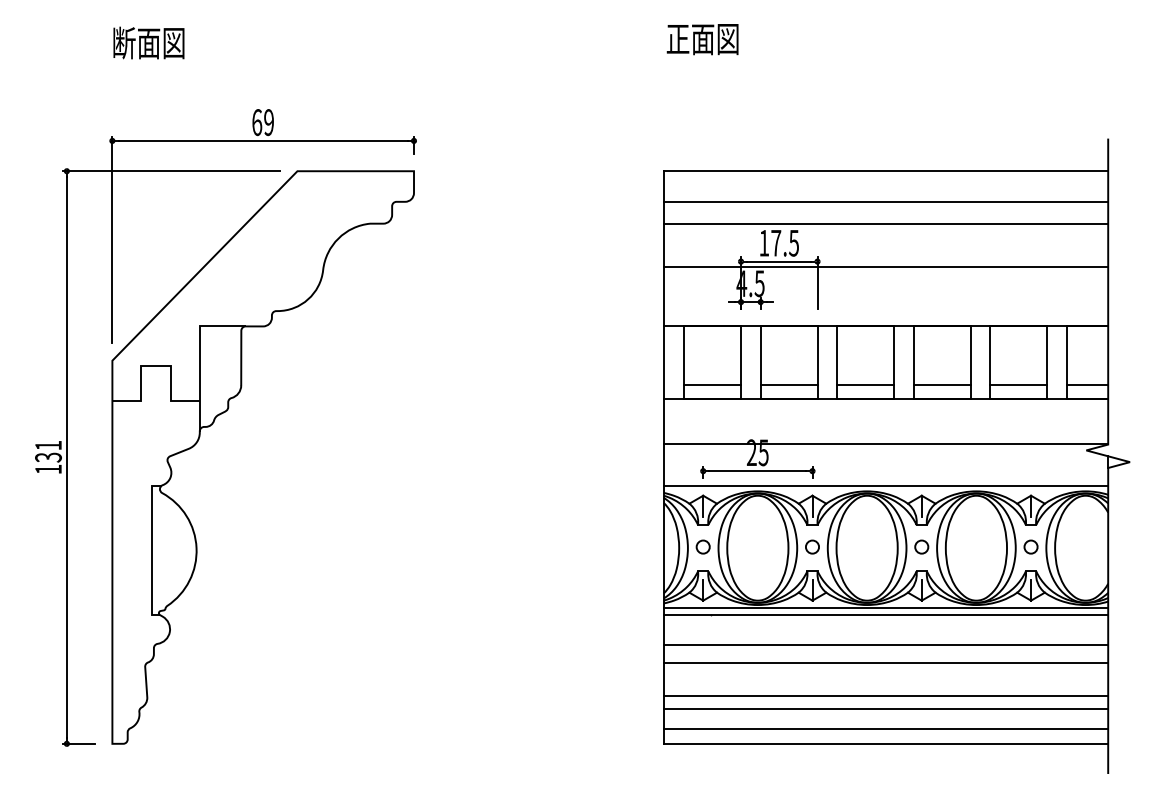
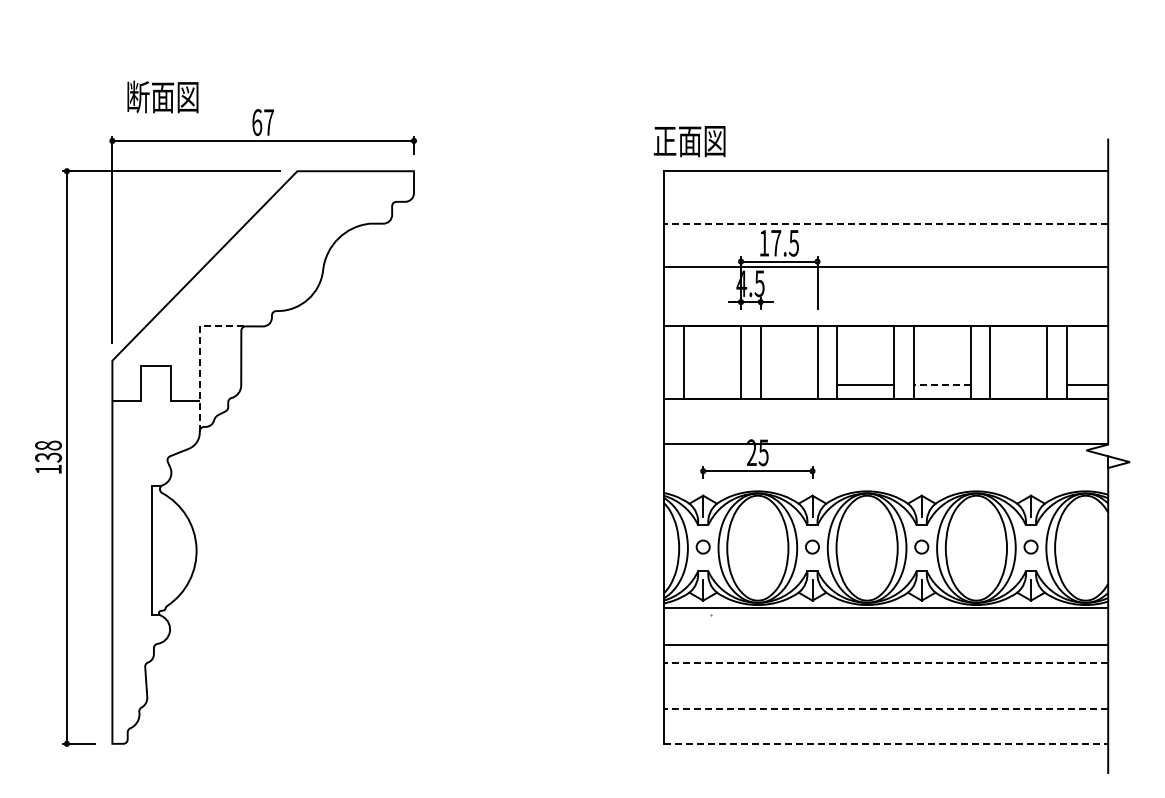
text at (702, 39) position: (702, 39) -> (689, 141)
text at (148, 42) position: (148, 42) -> (162, 96)
text at (269, 122): 69 -> 67
line at (885, 201): present -> none
line at (885, 223): solid -> dashed
line at (199, 355): solid -> dashed
line at (712, 385): present -> none
line at (788, 385): present -> none
line at (941, 385): solid -> dashed
line at (1018, 385): present -> none
text at (48, 445): 131 -> 138
line at (885, 485): present -> none
line at (885, 614): present -> none
line at (885, 662): solid -> dashed
line at (885, 695): present -> none
line at (885, 708): solid -> dashed
line at (885, 728): present -> none
line at (886, 743): solid -> dashed
